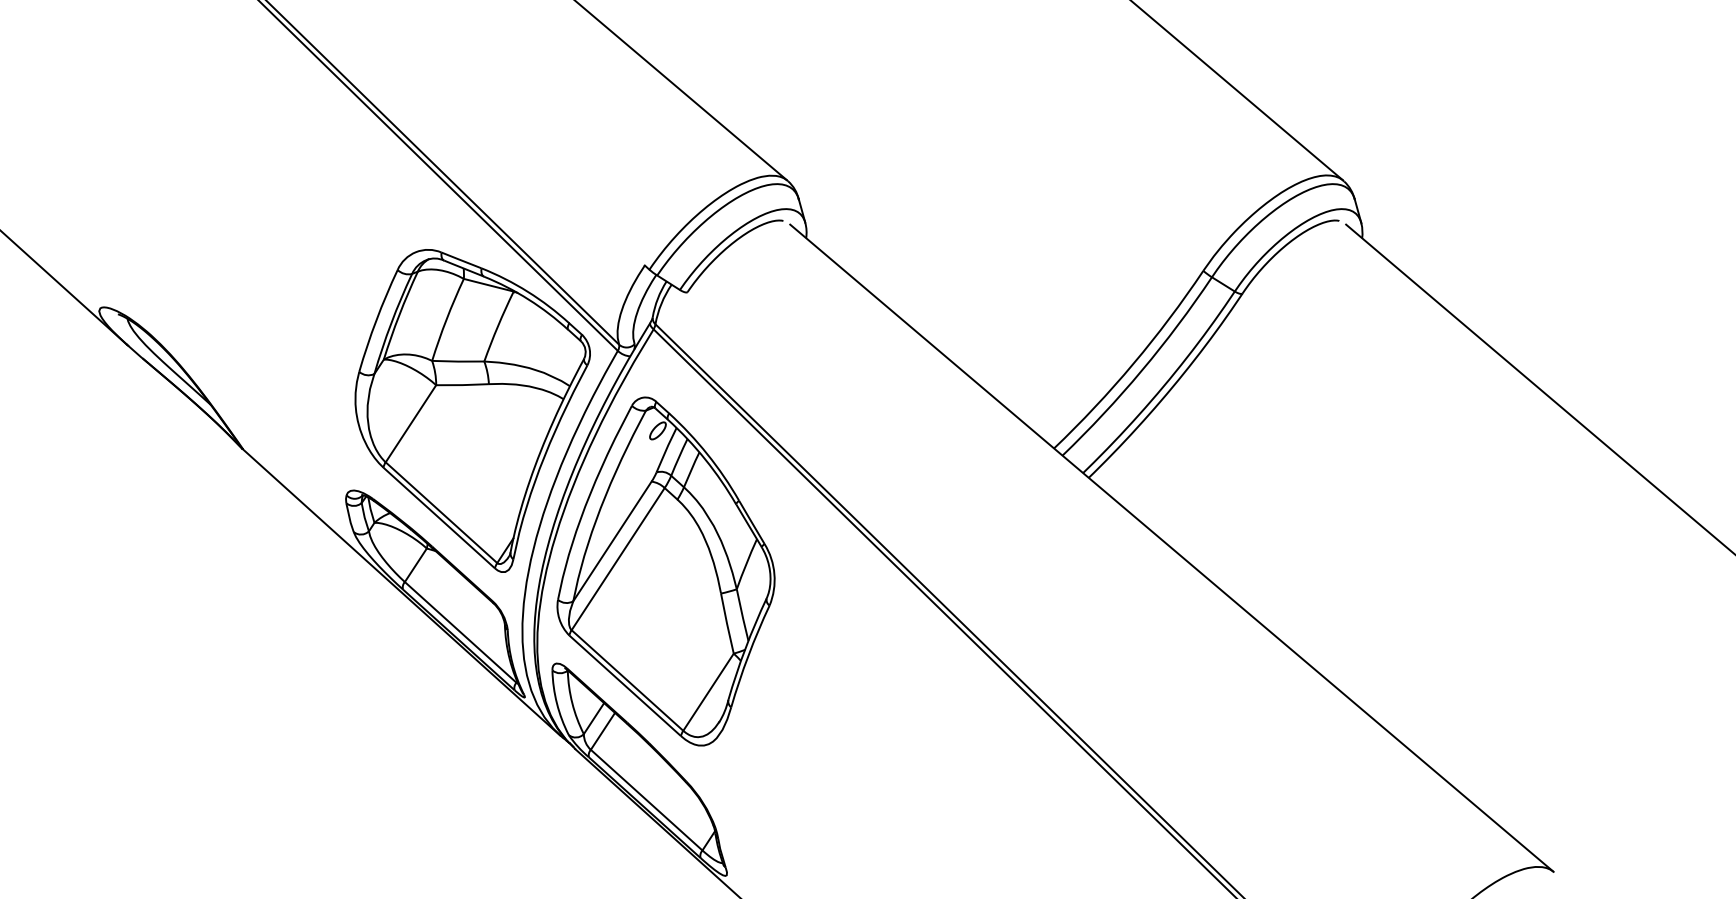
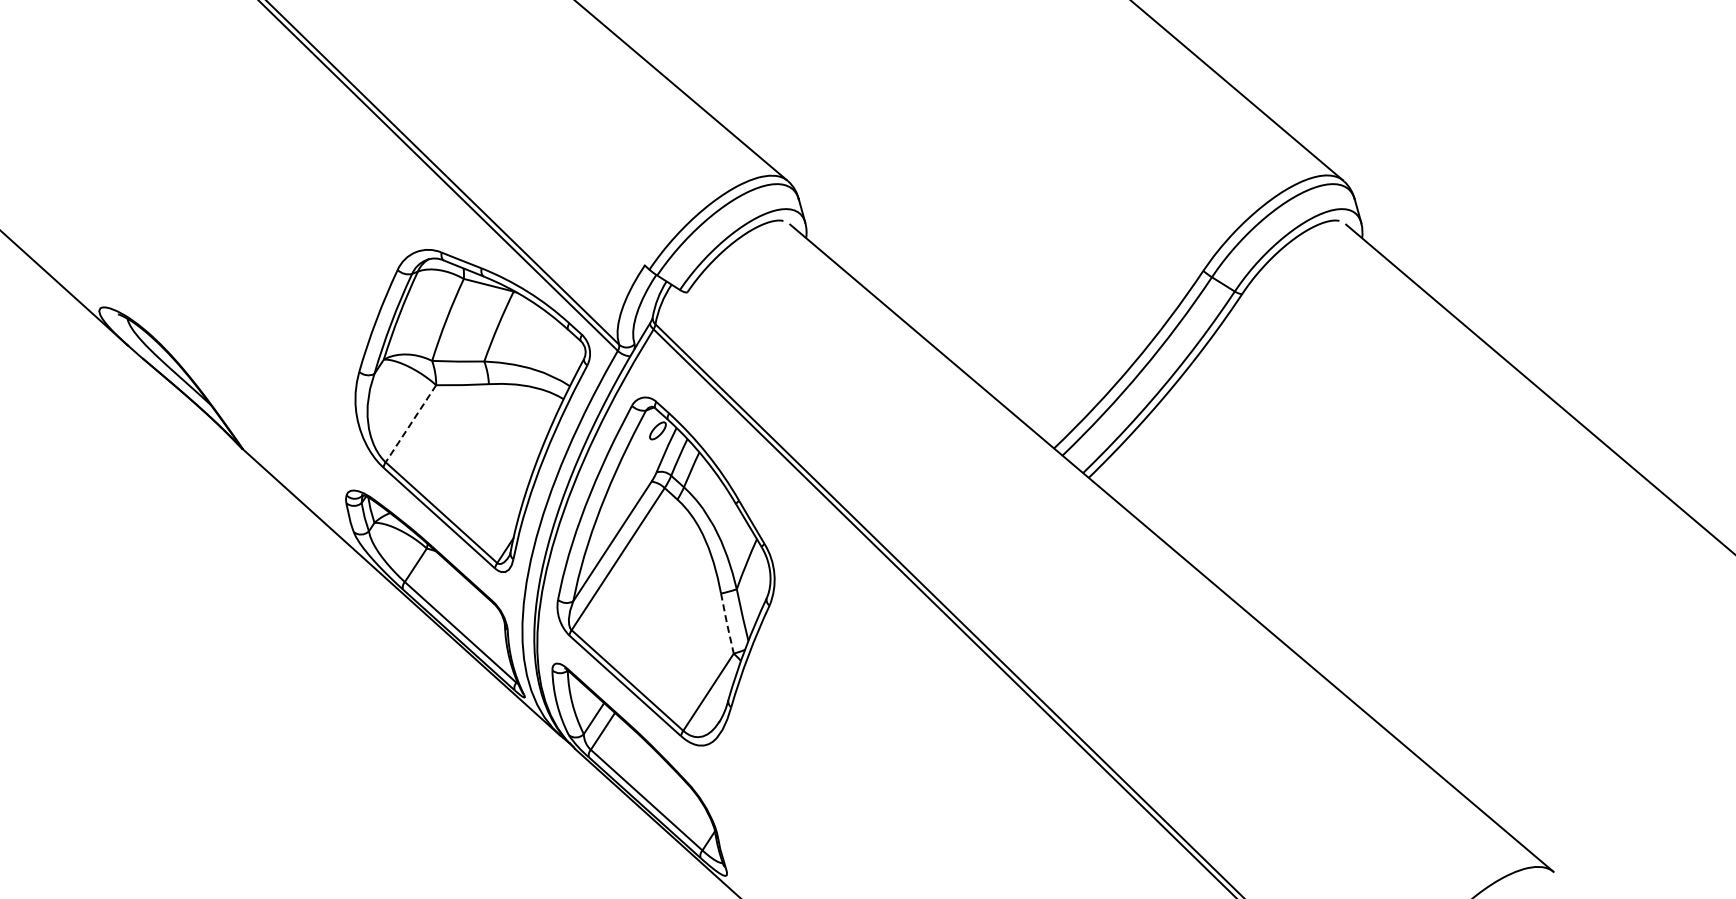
line at (410, 424): solid -> dashed
line at (727, 623): solid -> dashed
